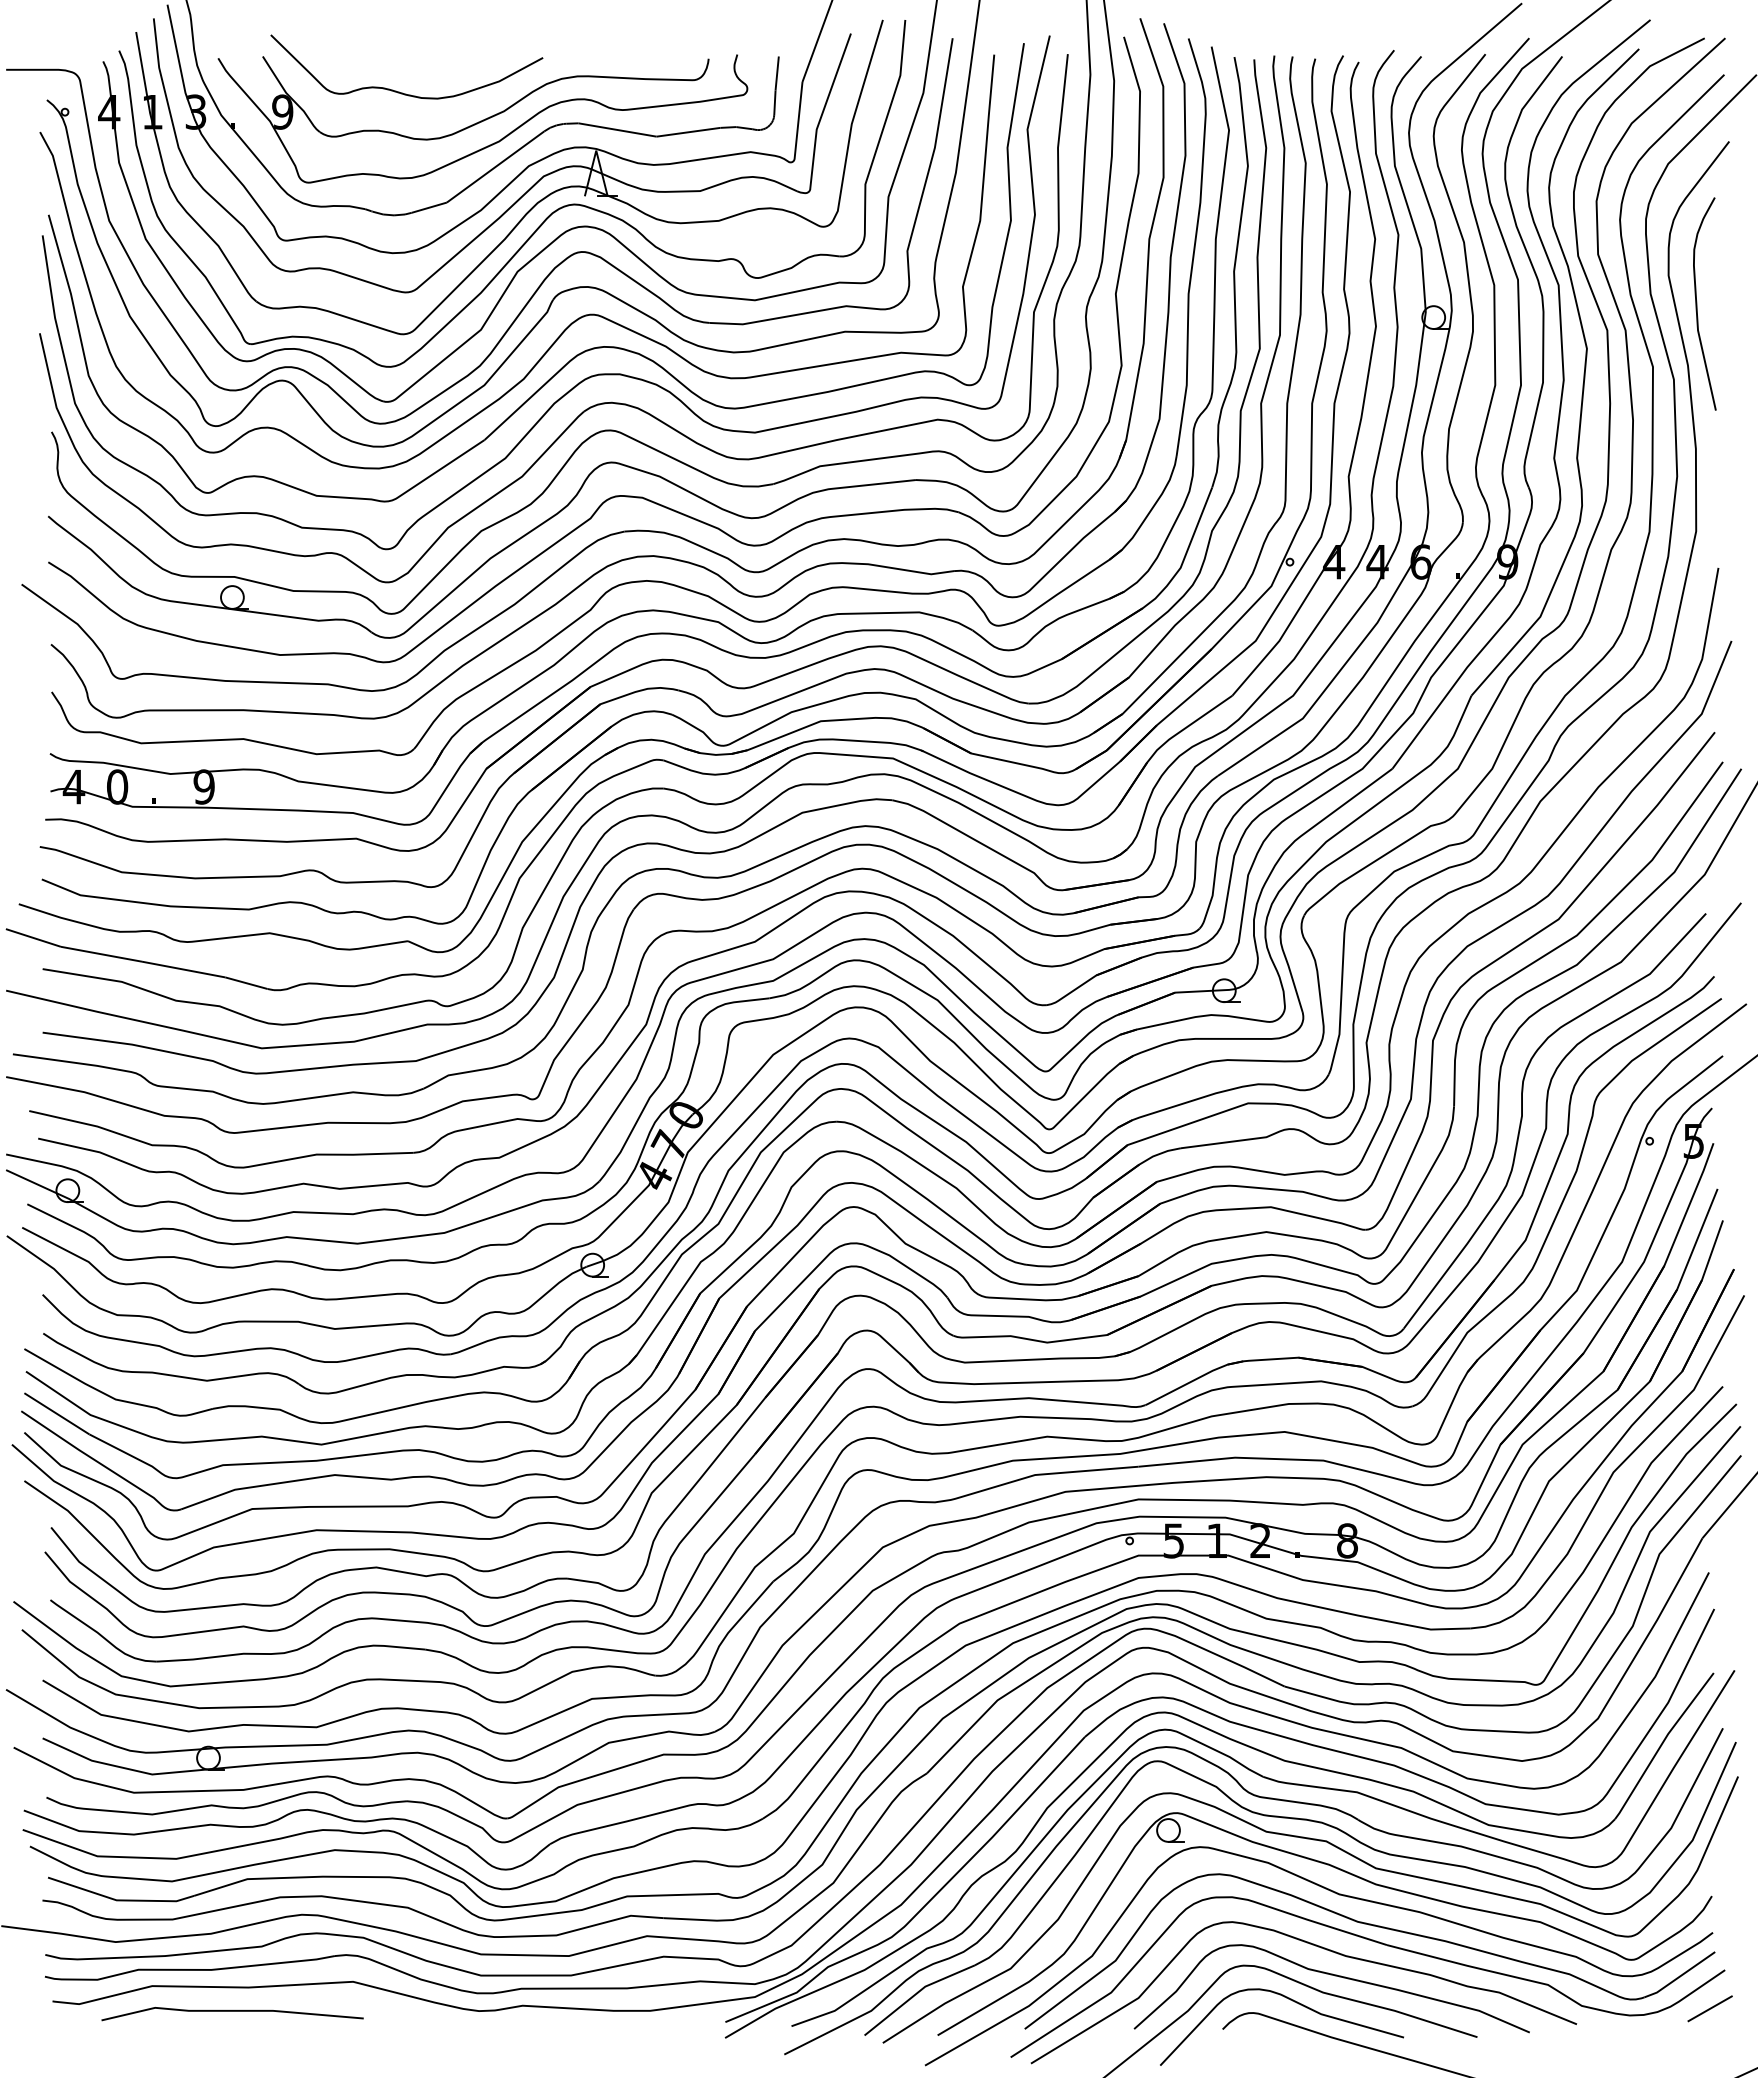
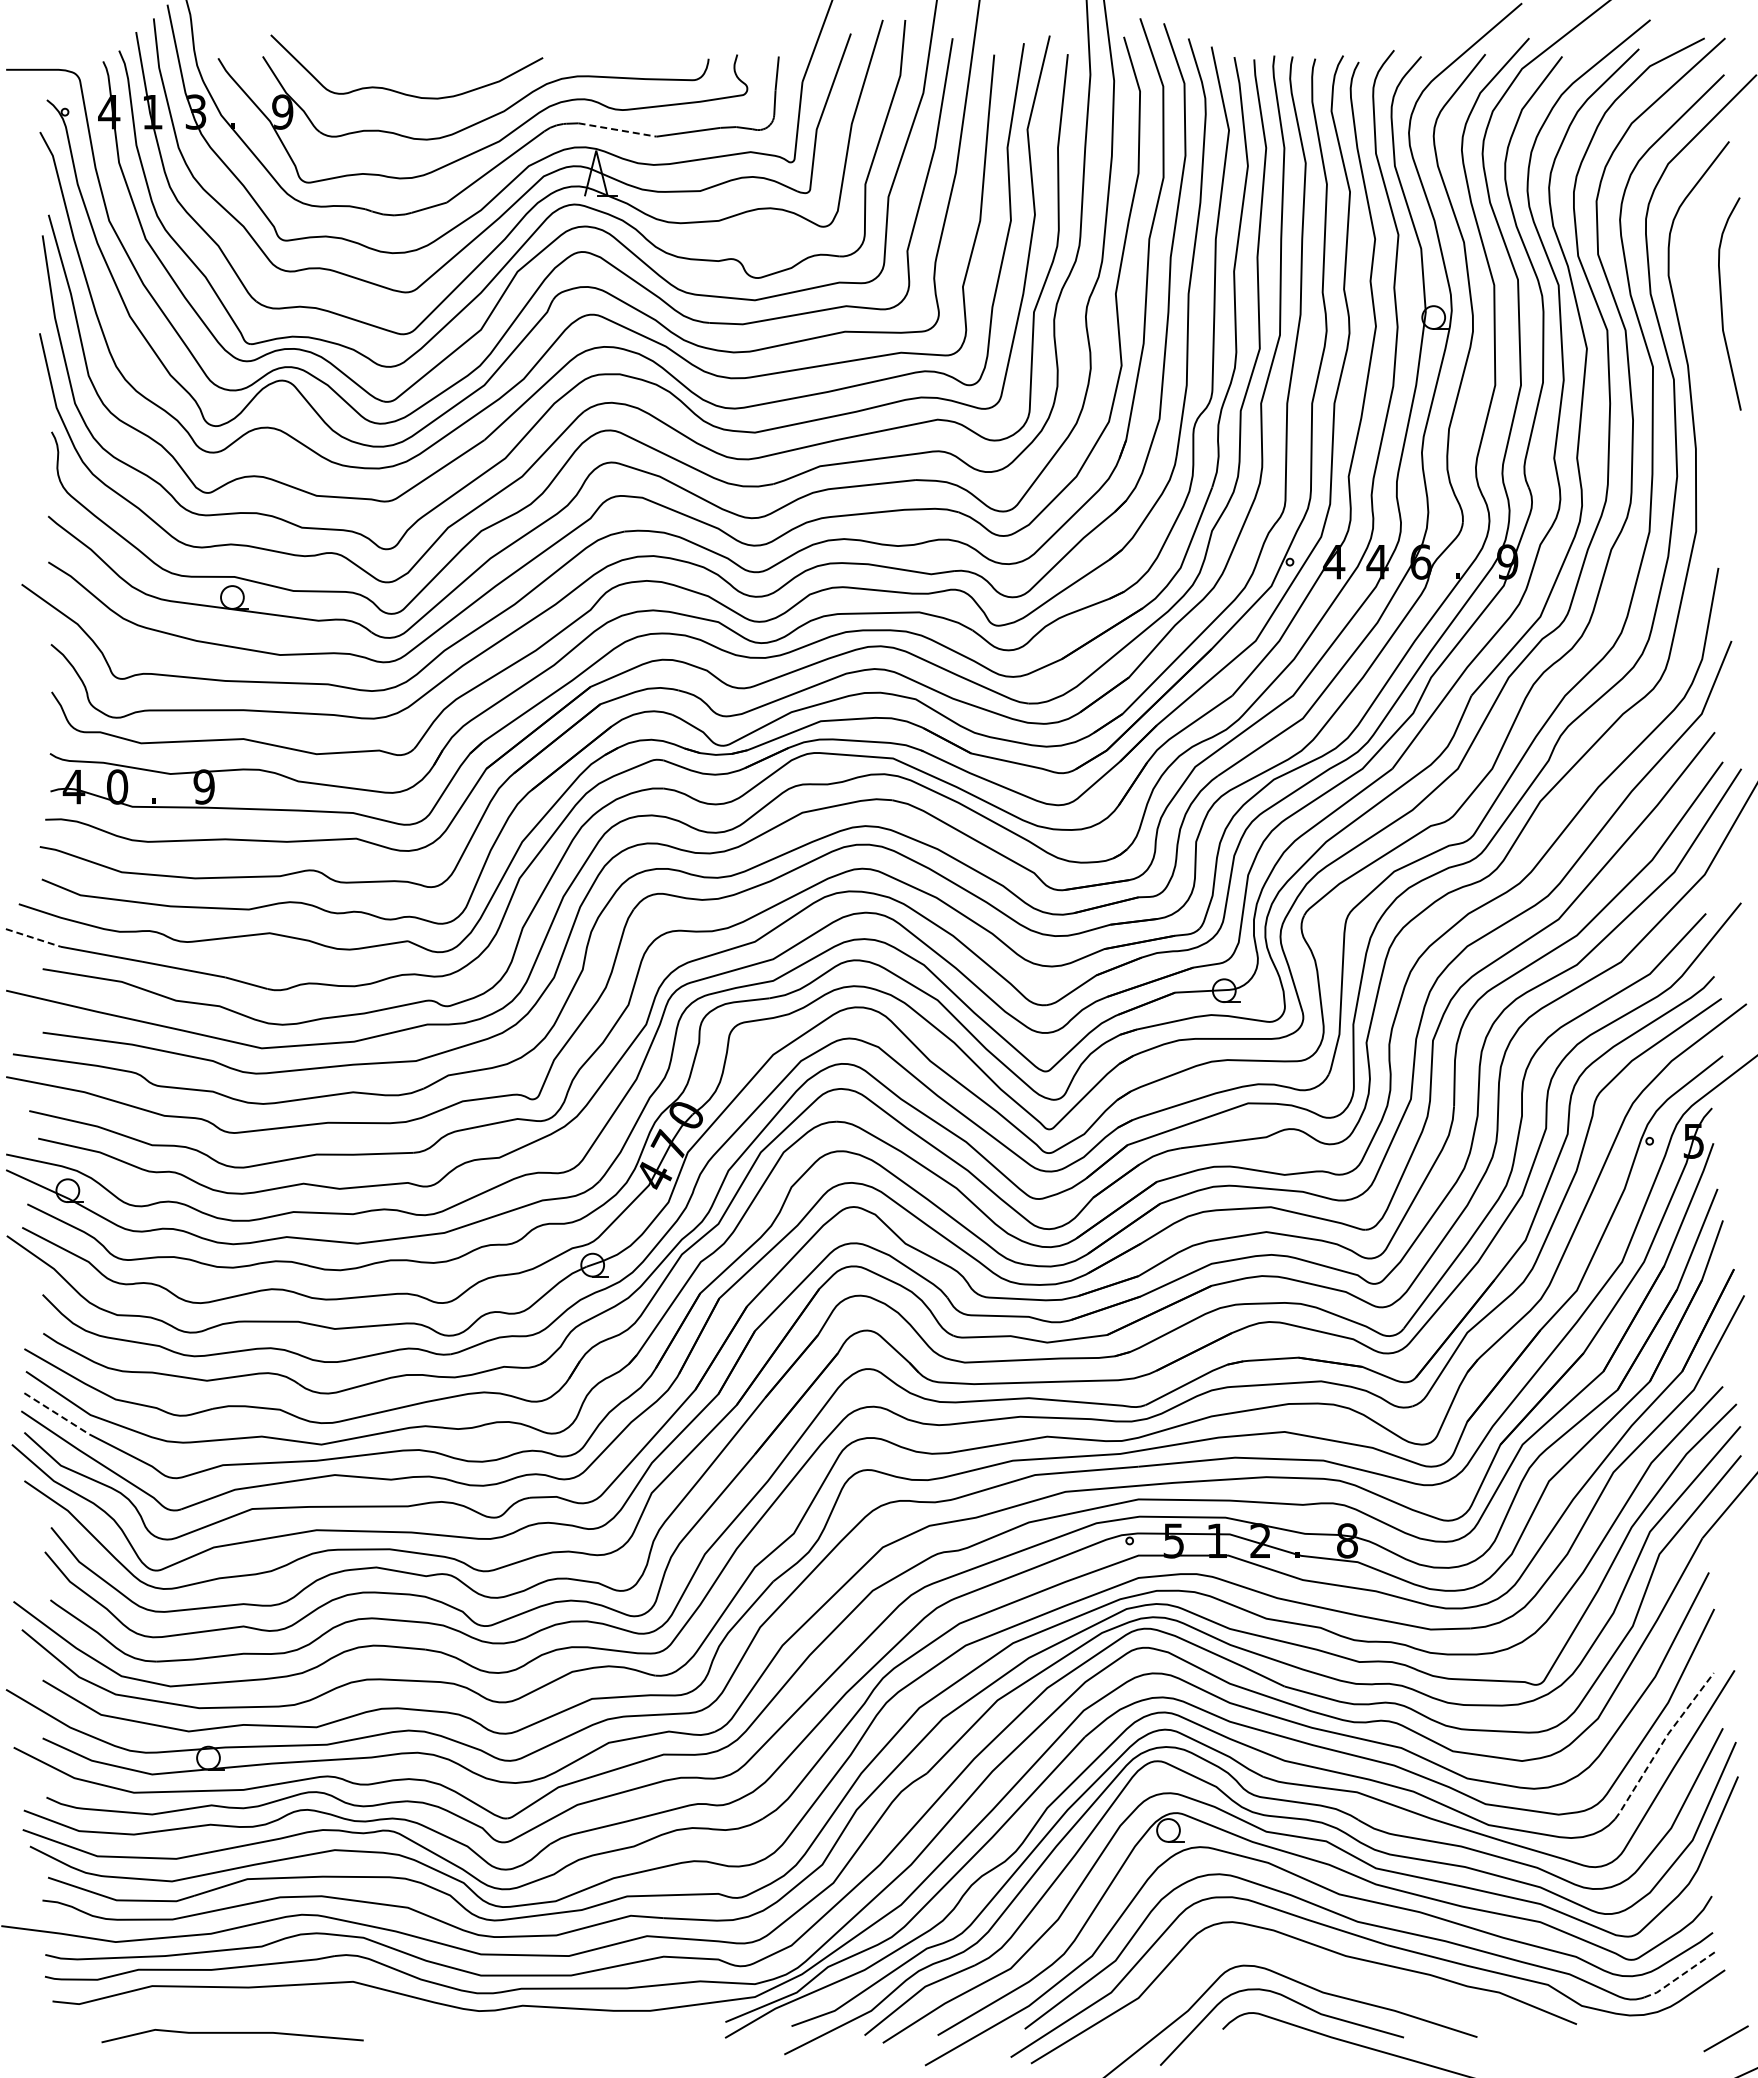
line at (617, 130): solid -> dashed
curve at (1697, 303) position: (1697, 303) -> (1722, 303)
line at (33, 937): solid -> dashed
line at (57, 1414): solid -> dashed
line at (1662, 1744): solid -> dashed
curve at (1334, 1976): present -> none
line at (1679, 1976): solid -> dashed
line at (1709, 2008) position: (1709, 2008) -> (1725, 2038)
line at (232, 2011) position: (232, 2011) -> (232, 2033)
